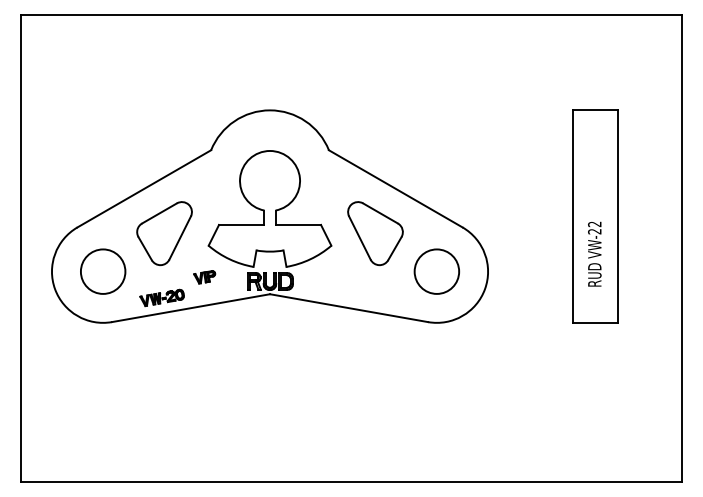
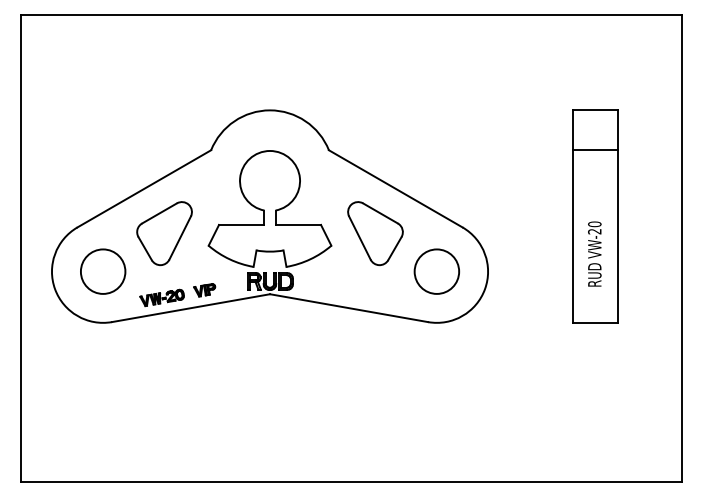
line at (595, 150): none -> present
text at (594, 224): VW-22 -> VW-20
part at (204, 277) position: (204, 277) -> (204, 290)
